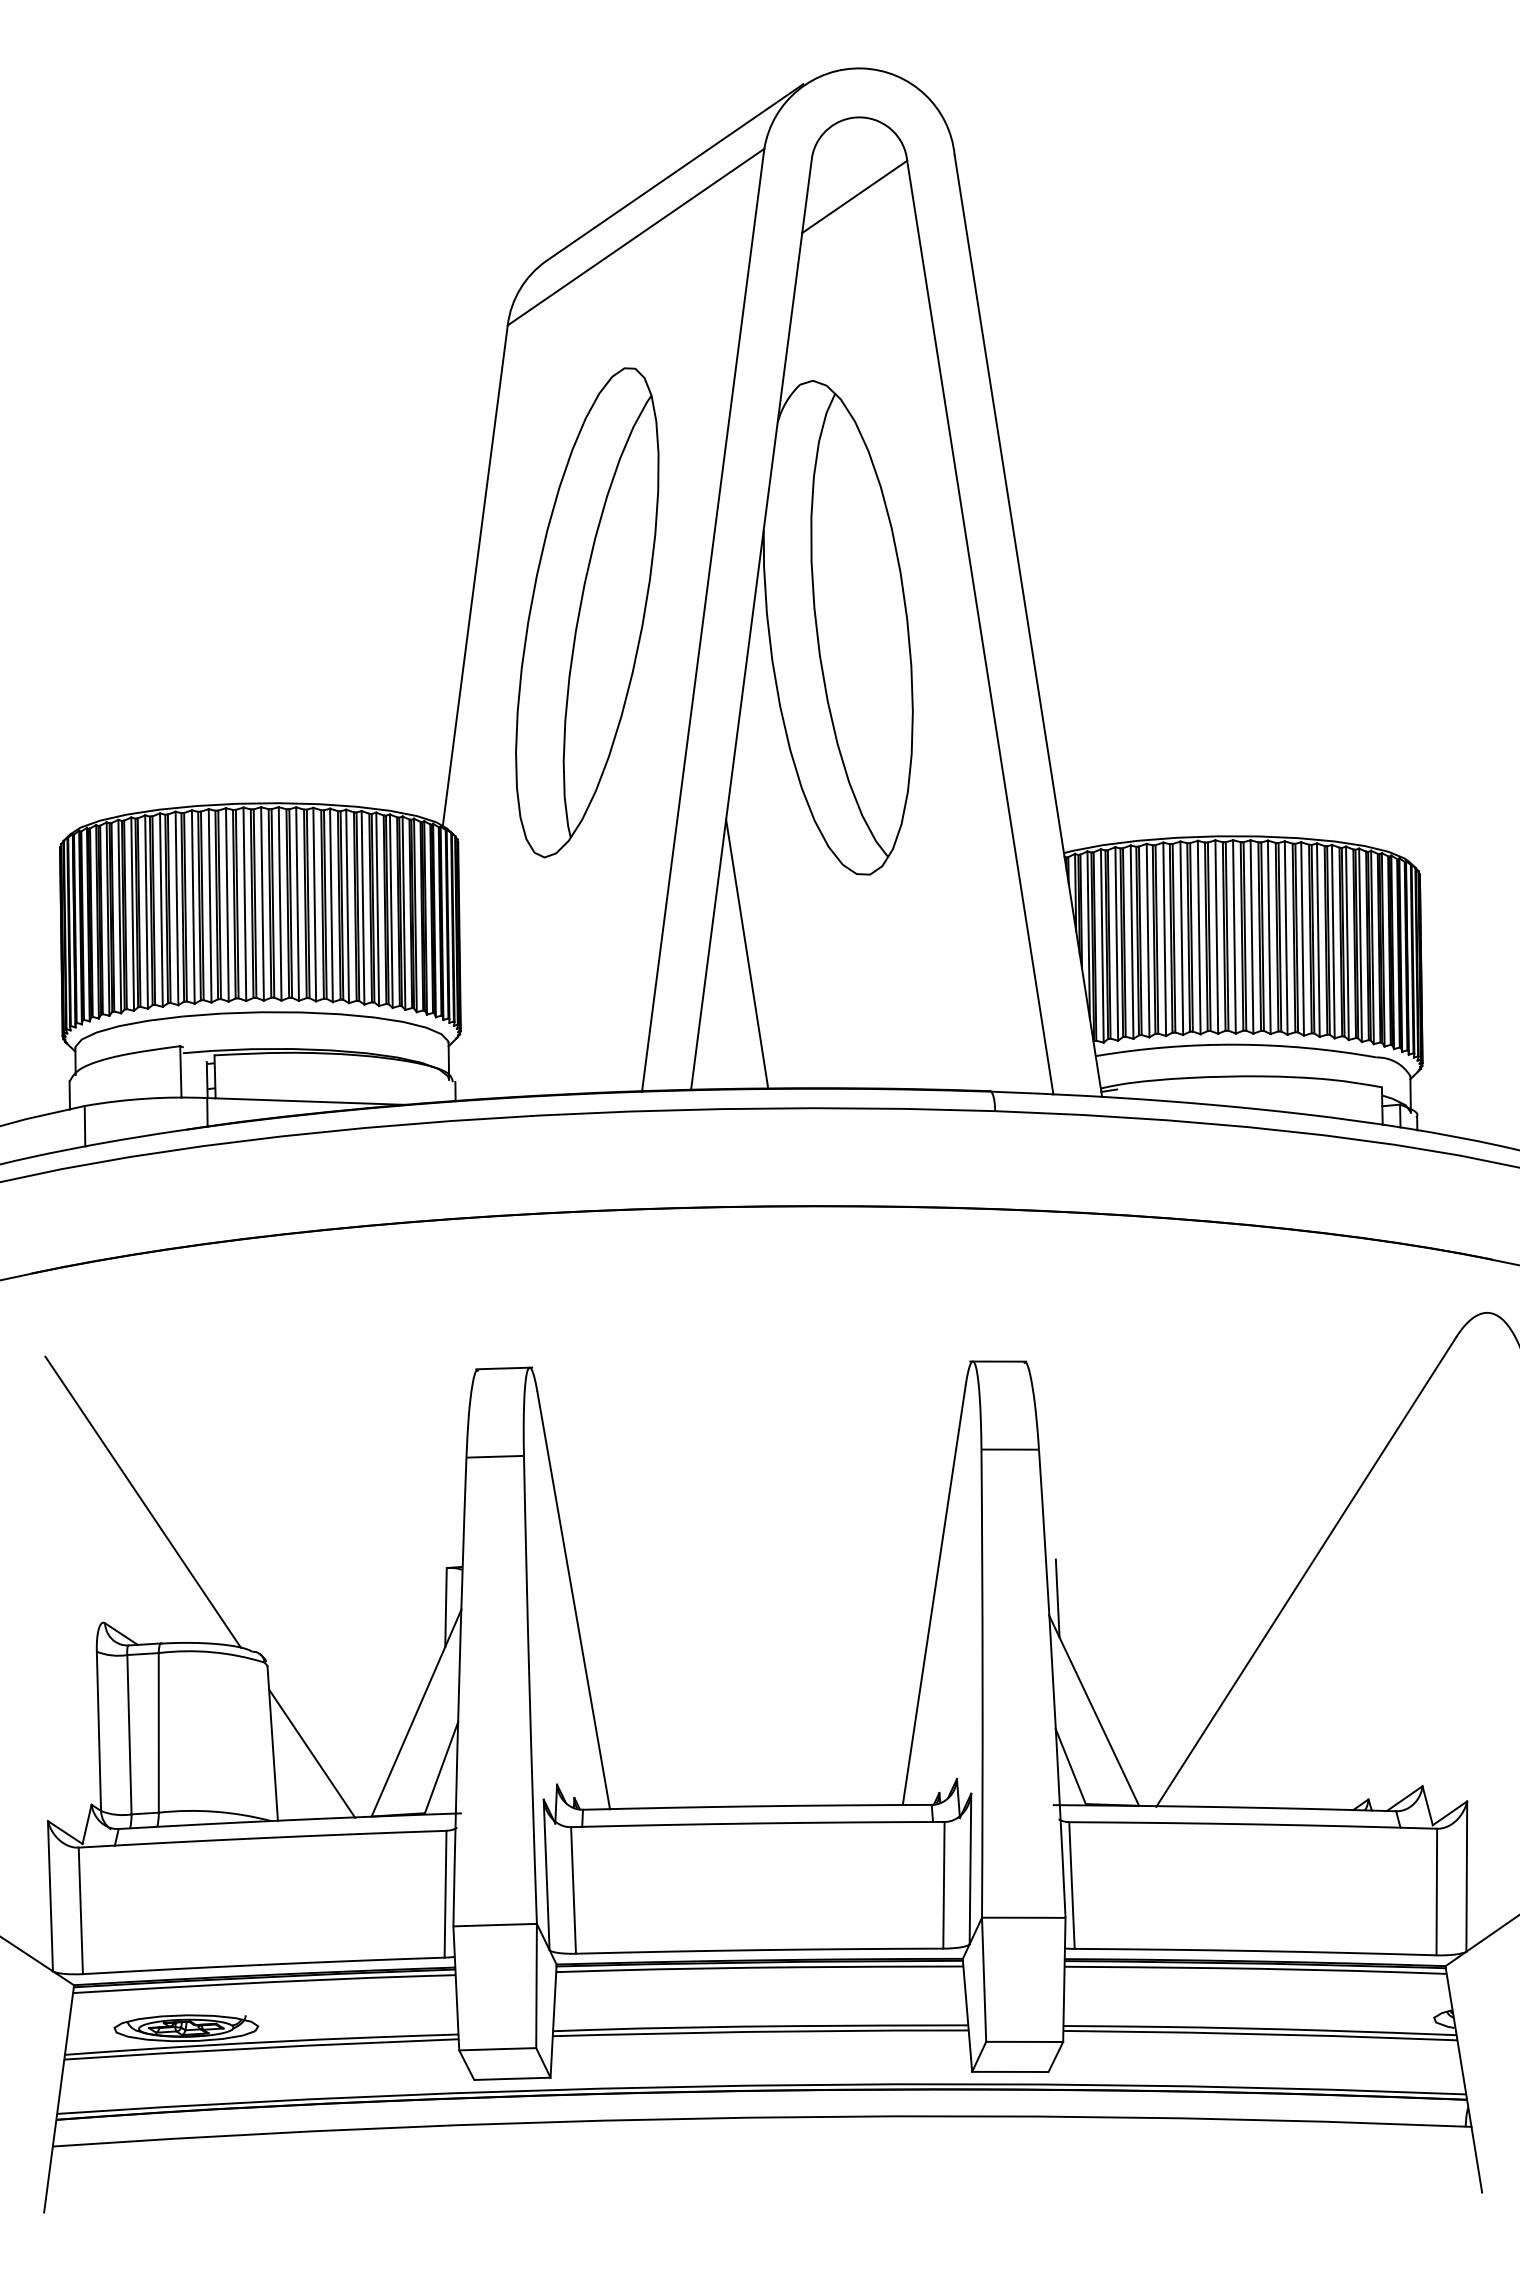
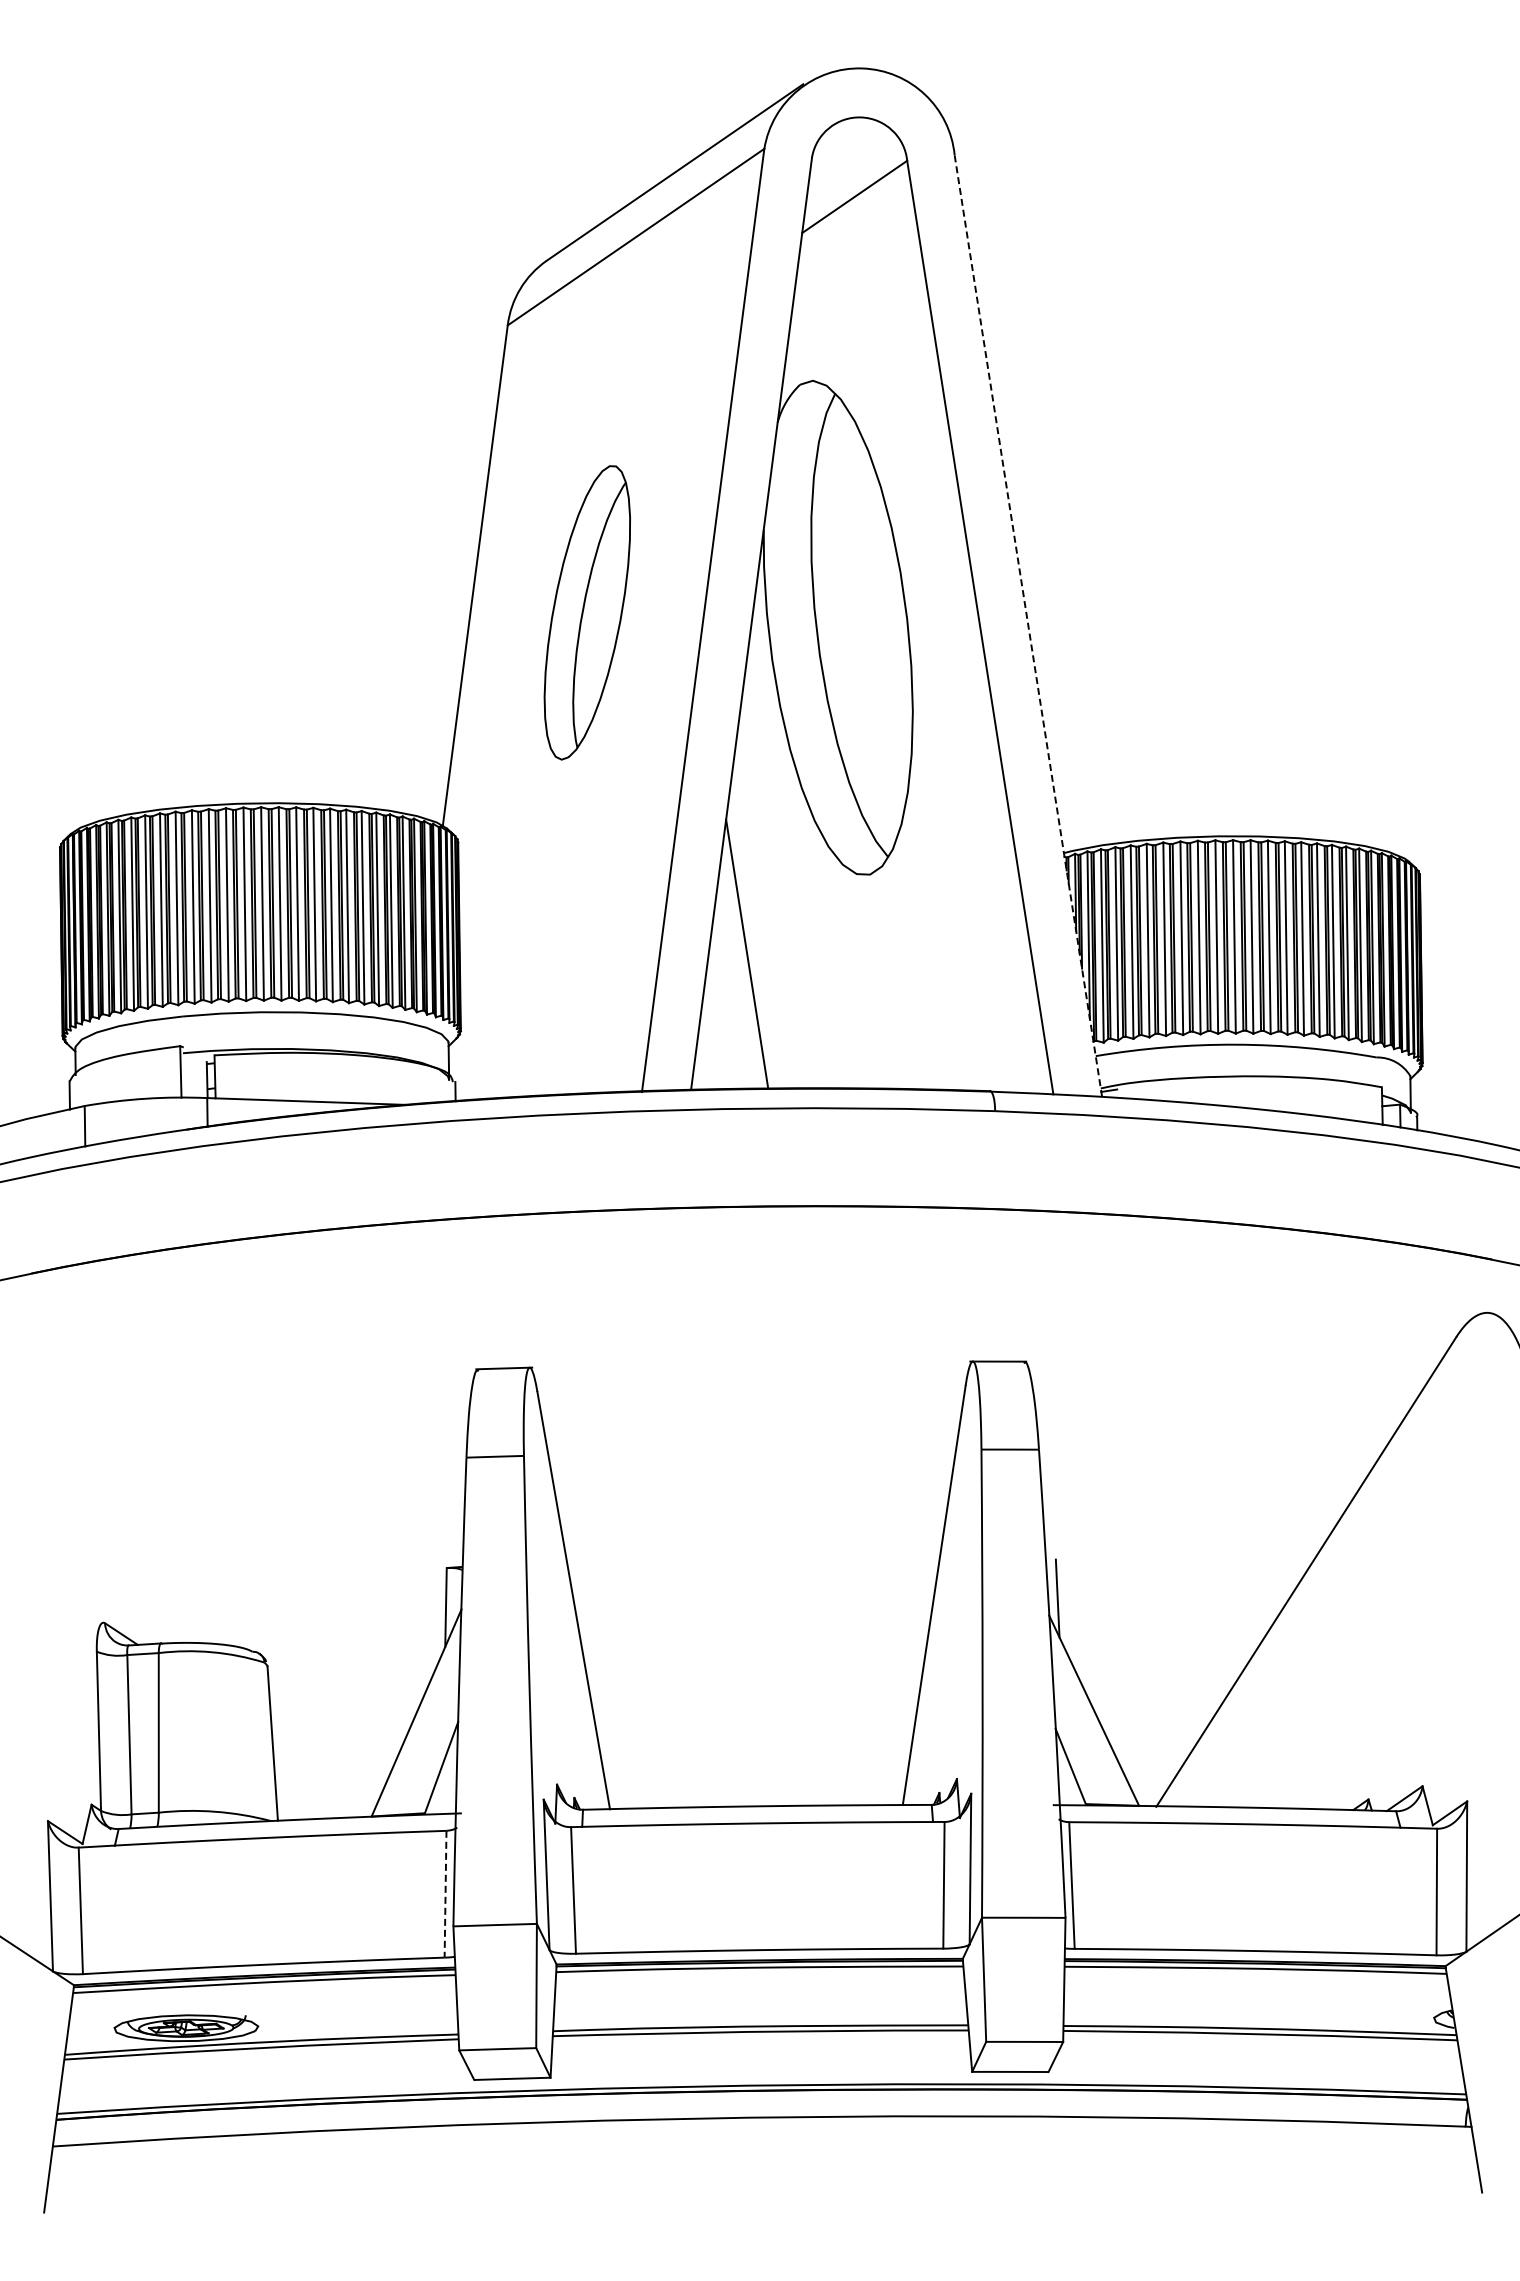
part at (587, 612) size: 145x492 px -> 88x296 px
line at (1028, 626): solid -> dashed
line at (142, 1501): present -> none
line at (312, 1753): present -> none
line at (445, 1894): solid -> dashed
